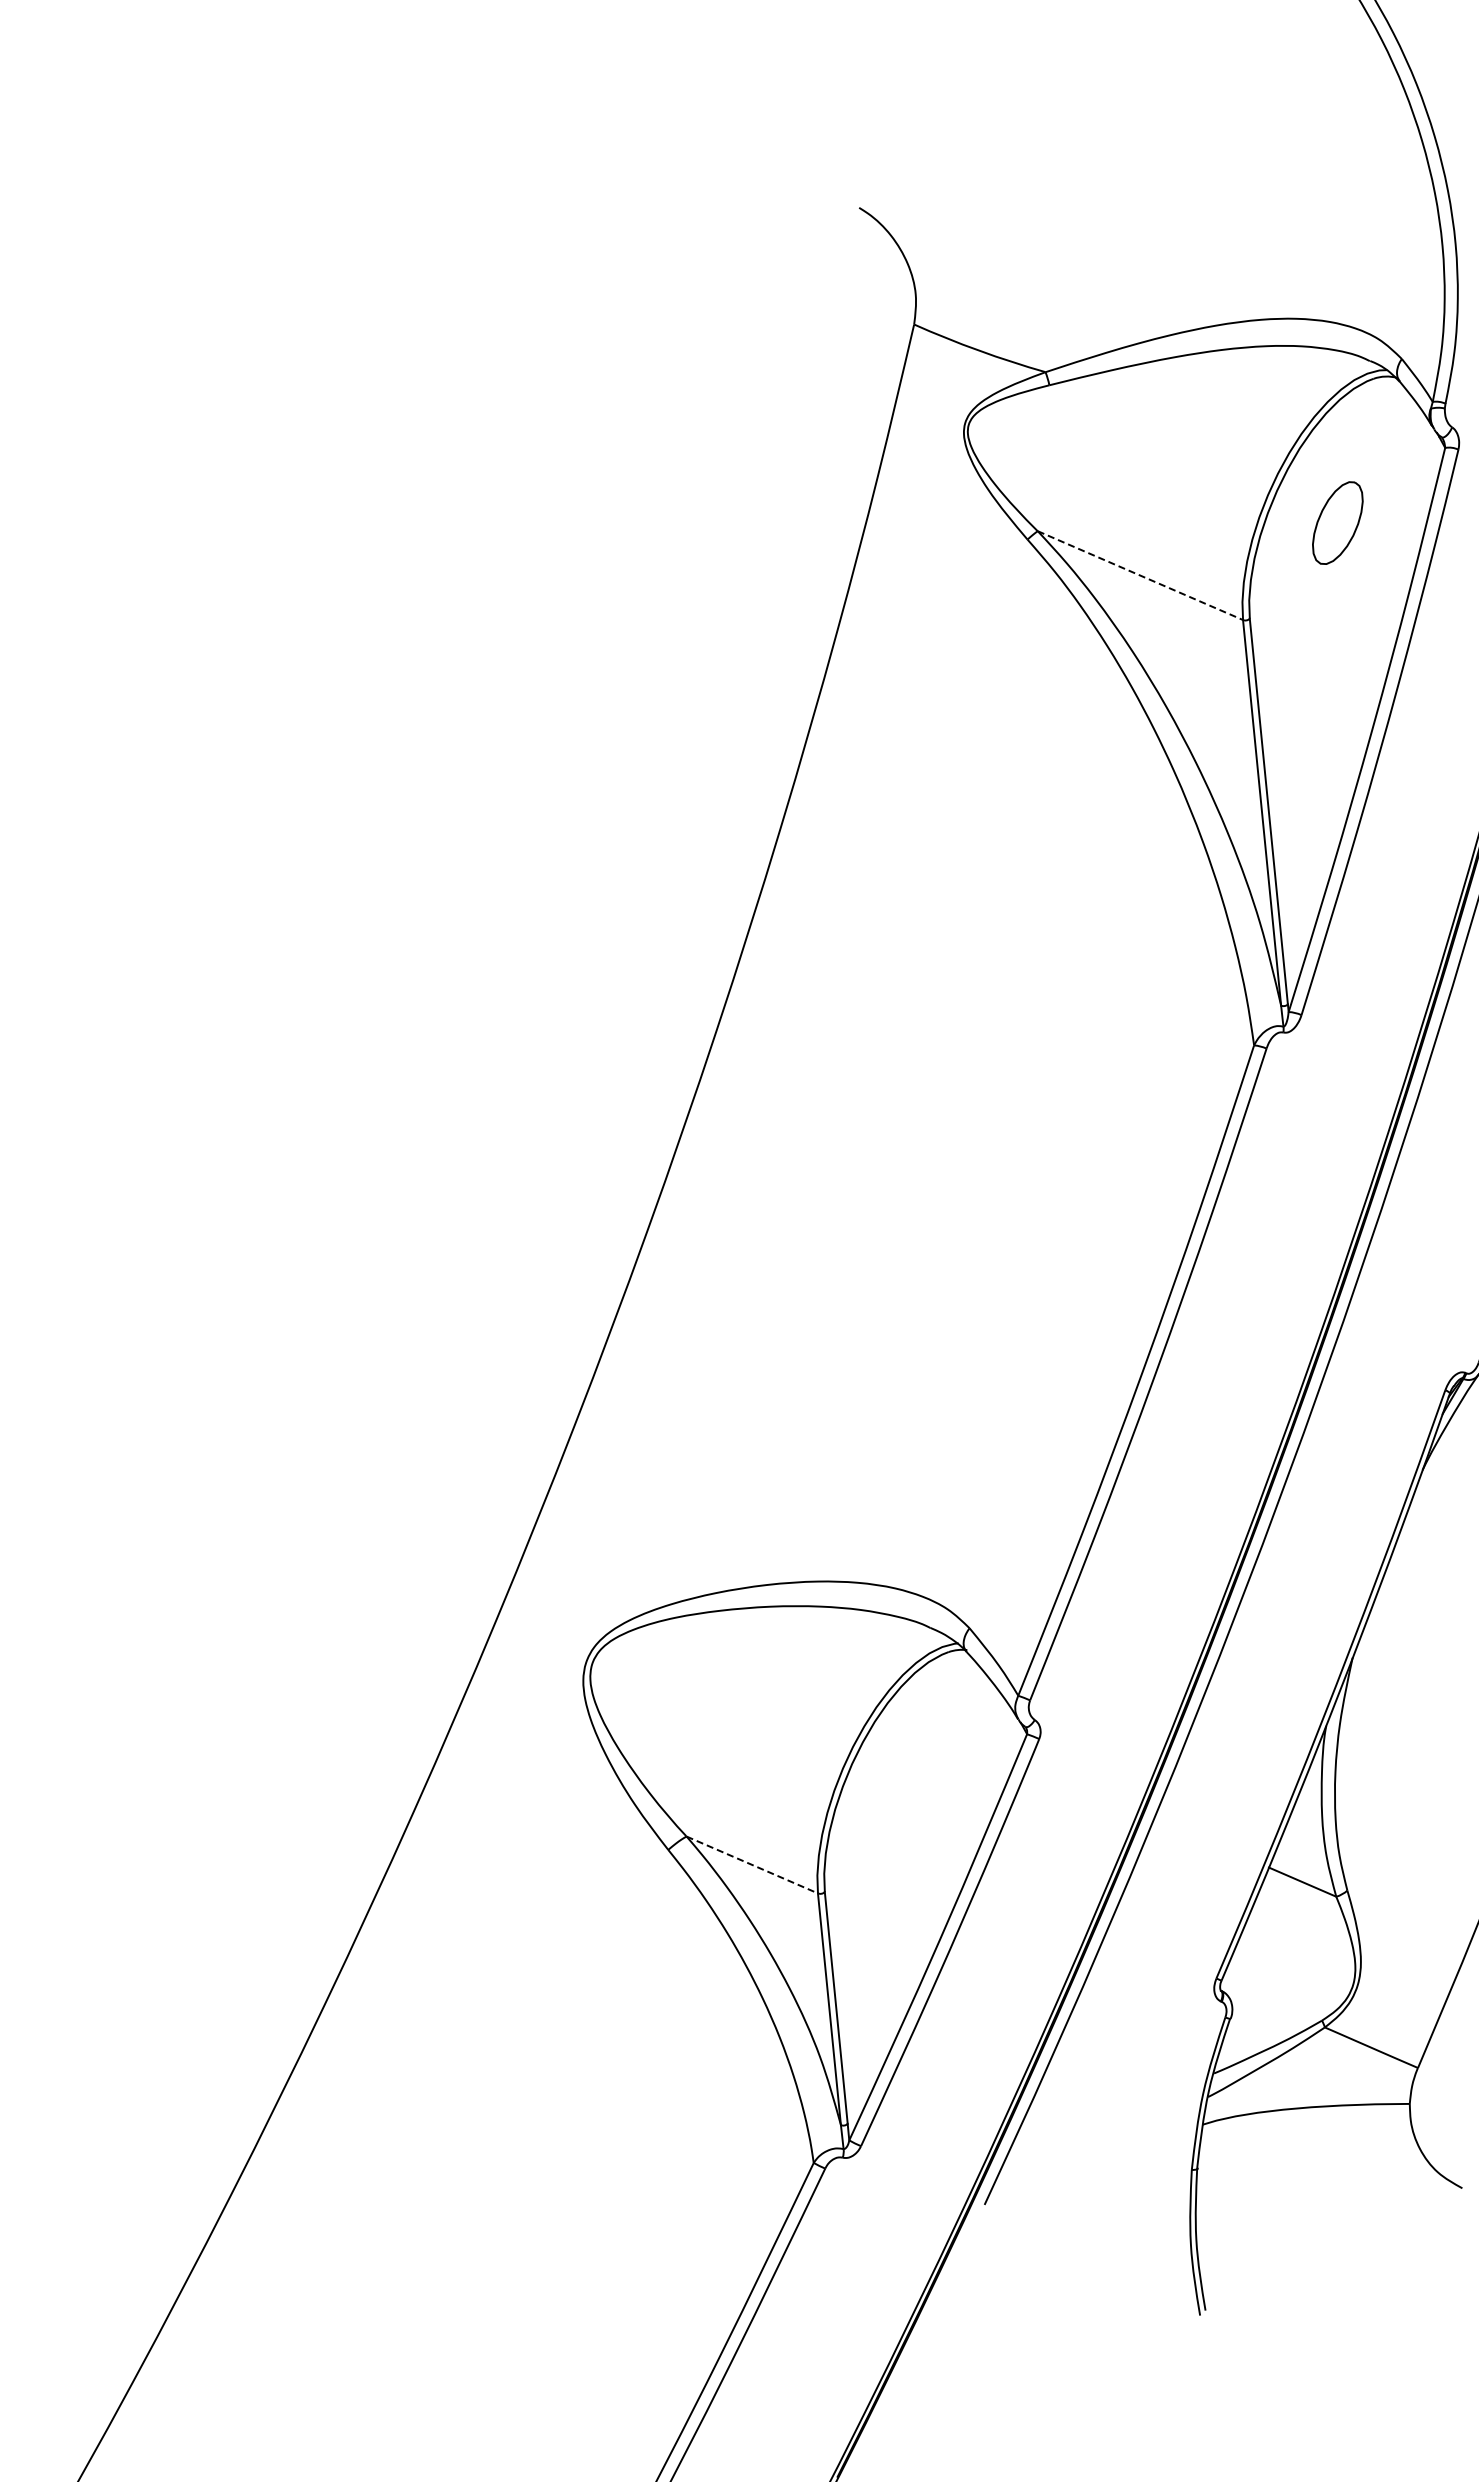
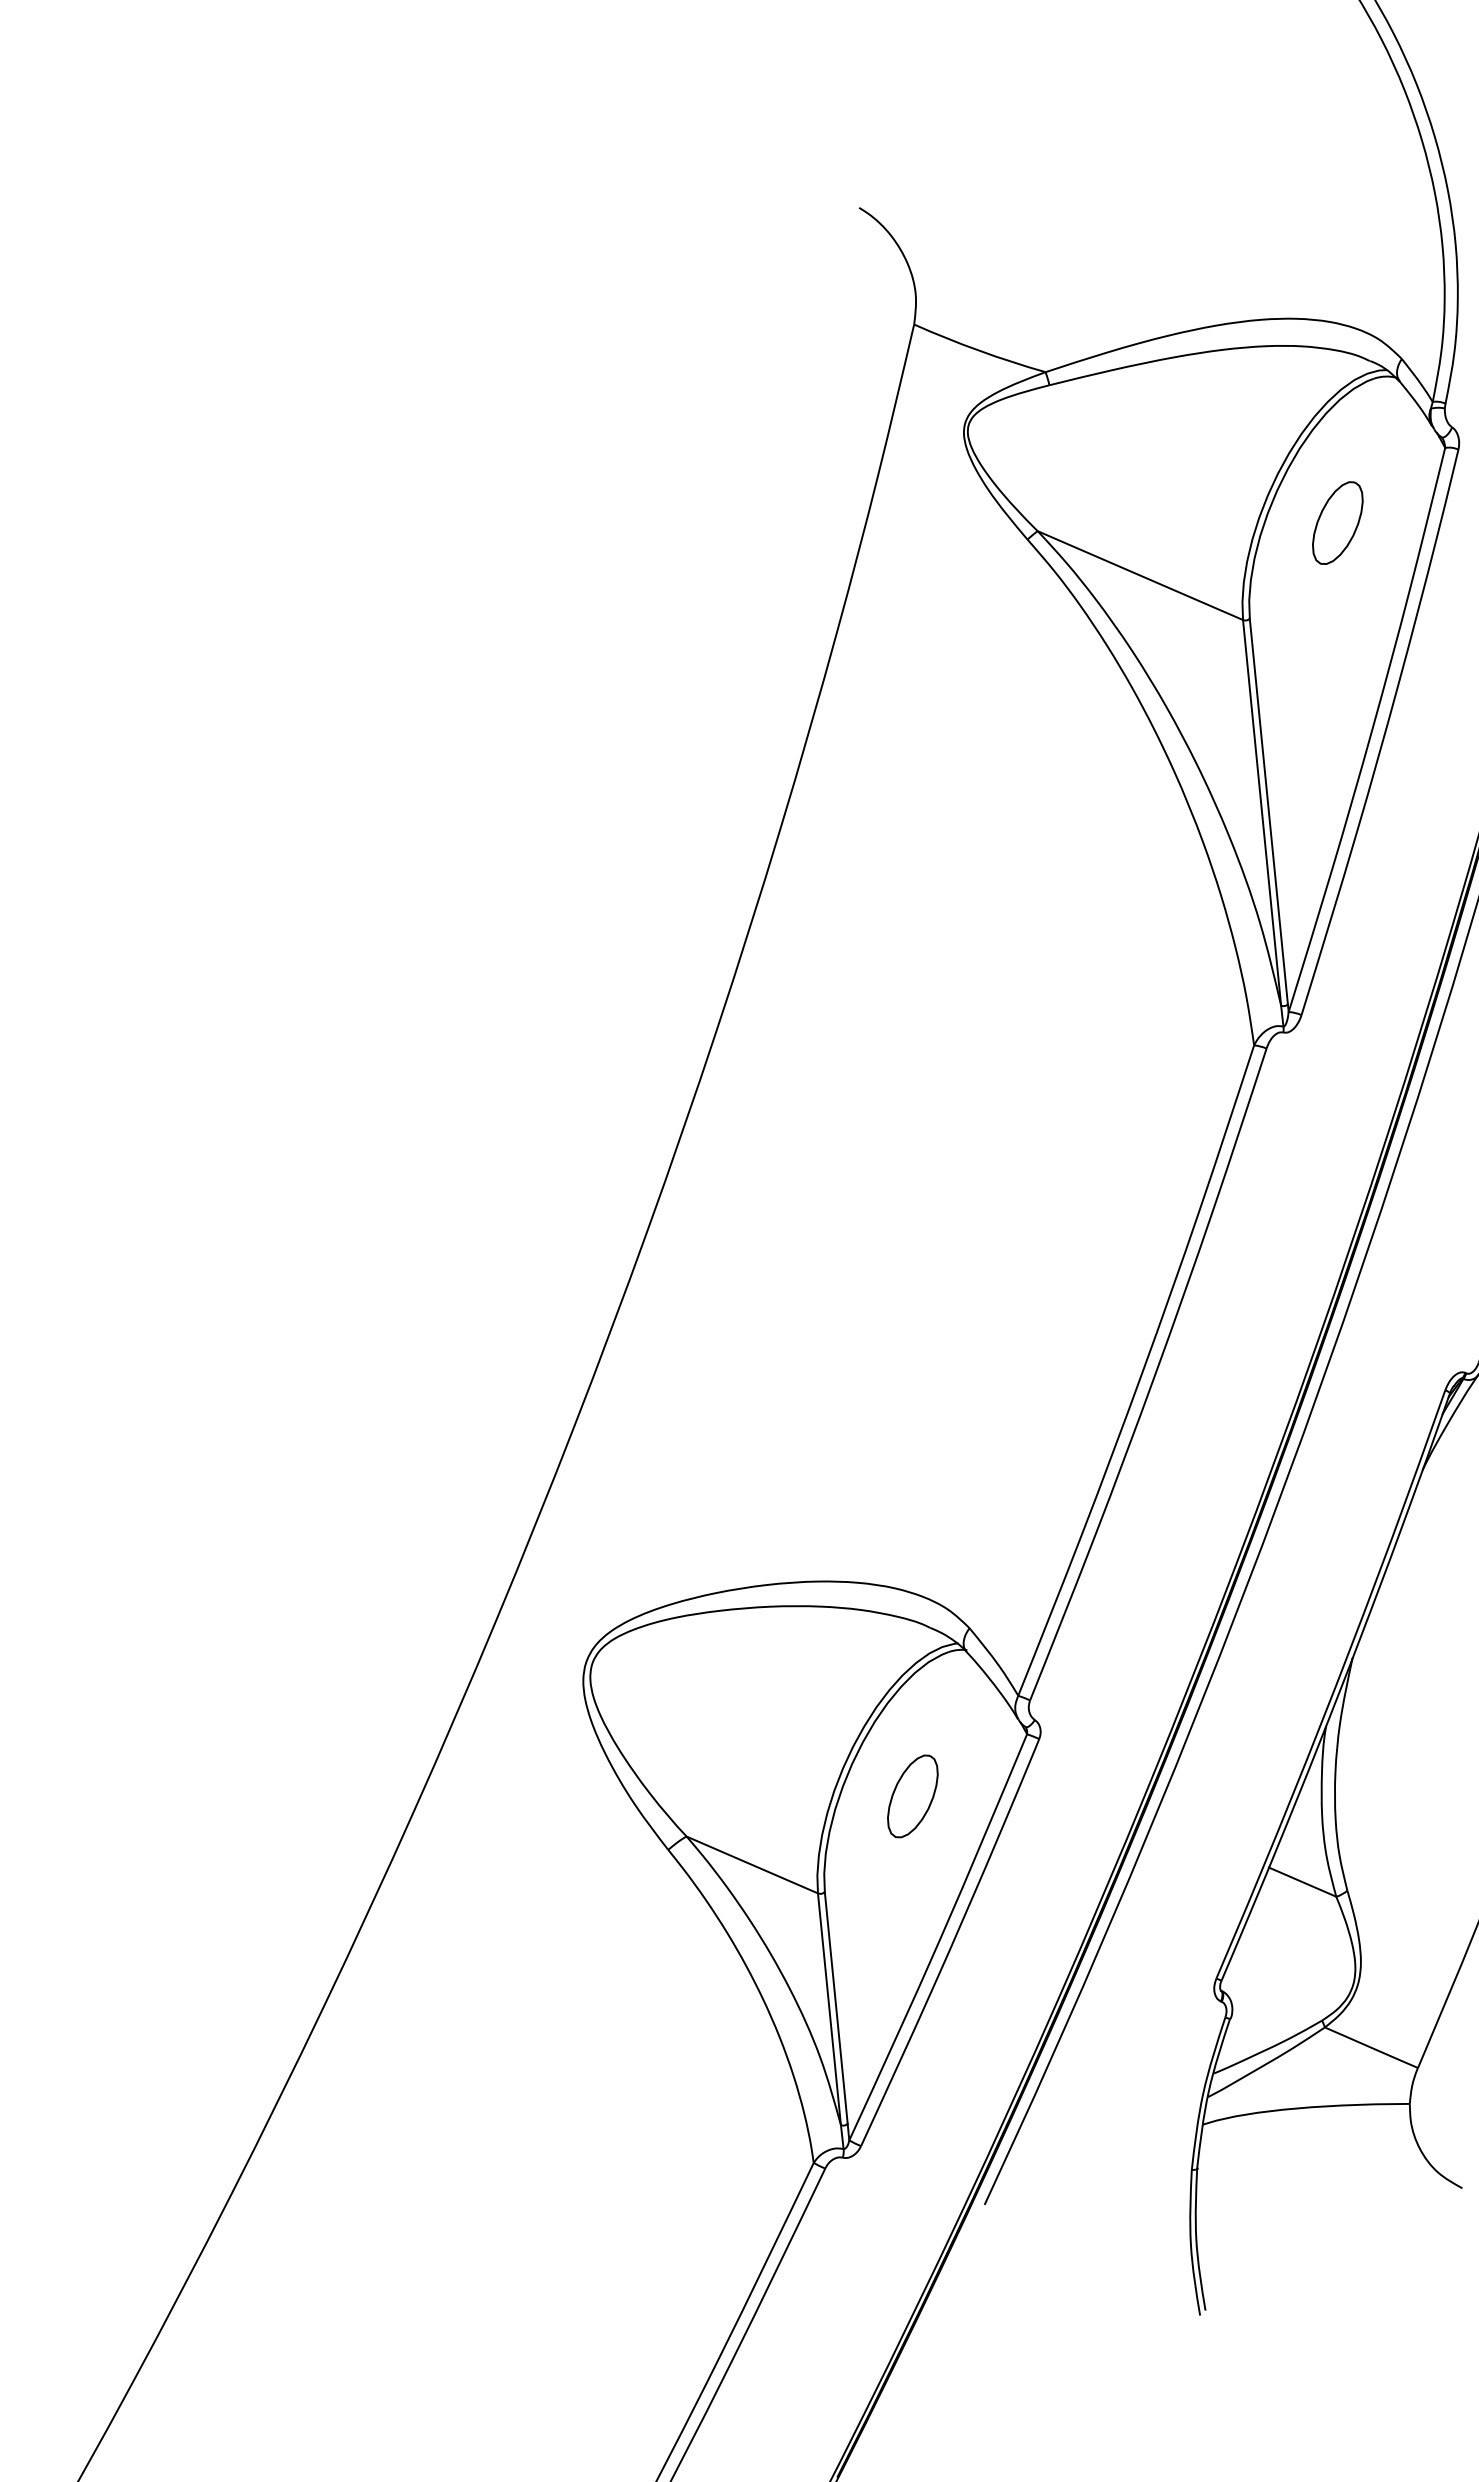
line at (1140, 575): dashed -> solid
part at (912, 1796): none -> present
line at (752, 1864): dashed -> solid
